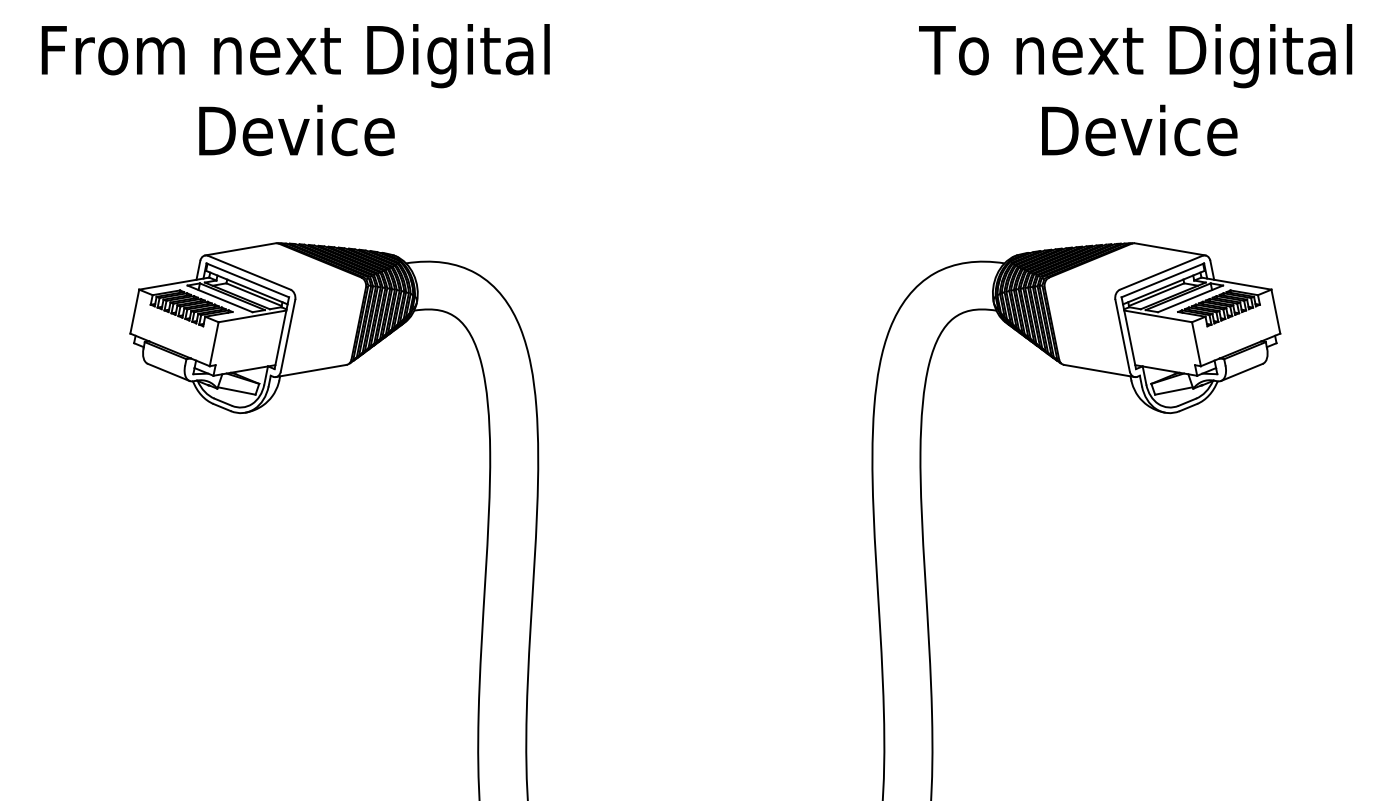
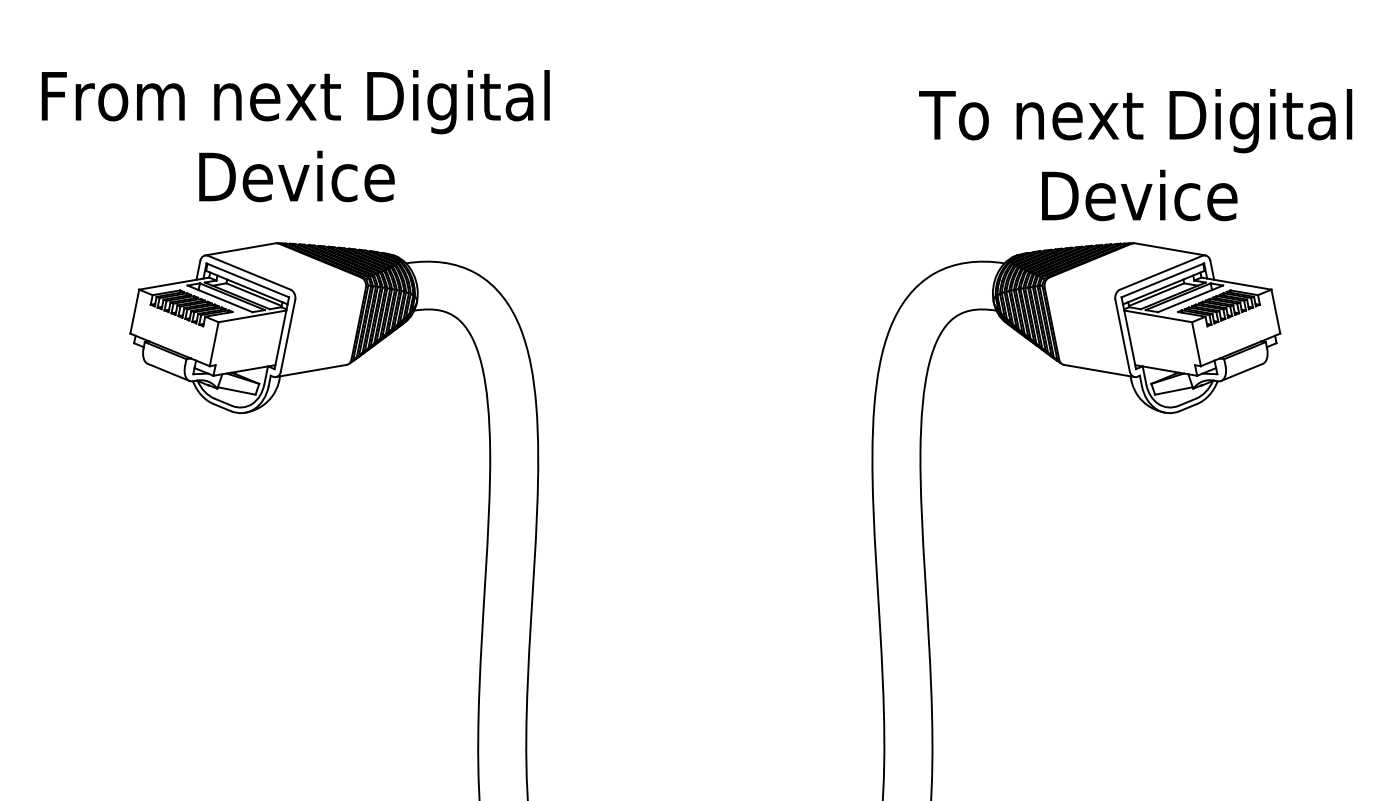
text at (295, 90) position: (295, 90) -> (295, 136)
text at (1135, 90) position: (1135, 90) -> (1135, 155)
